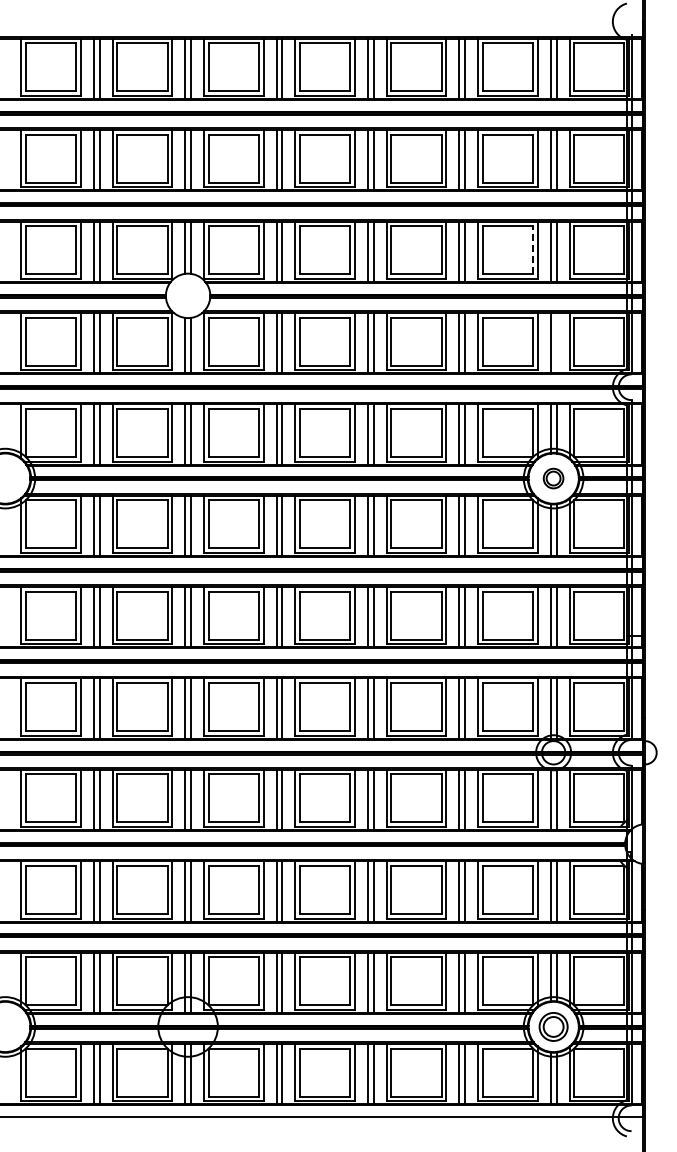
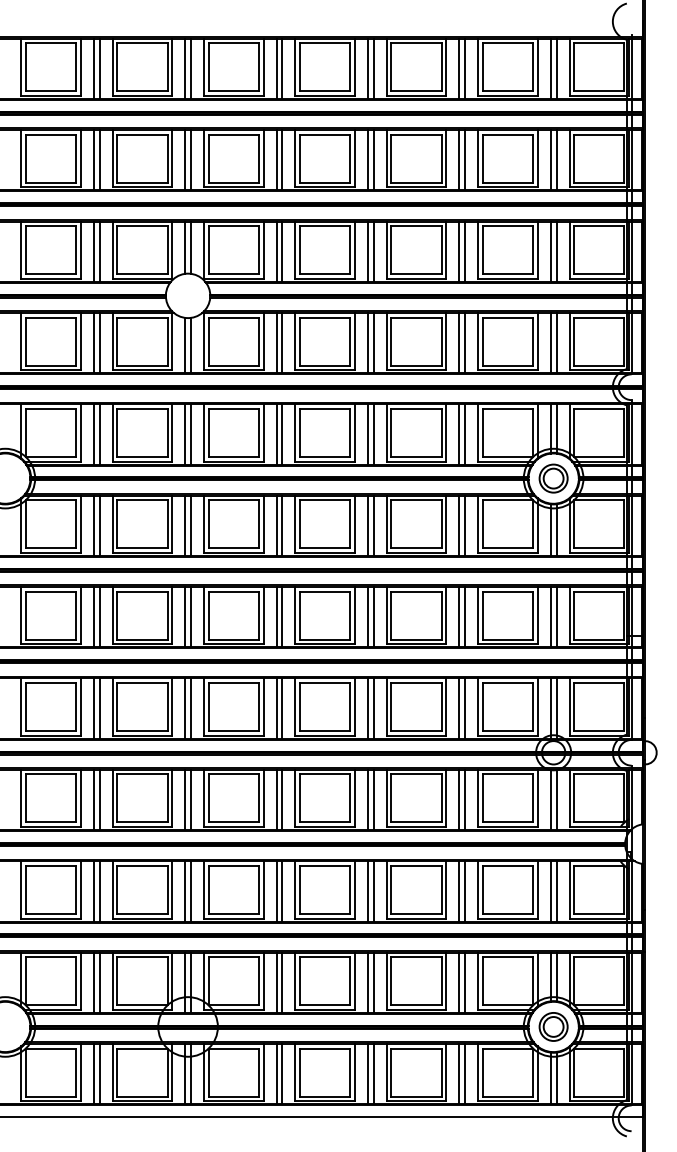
line at (533, 250): dashed -> solid
line at (556, 342): none -> present
part at (553, 478) size: 23x23 px -> 31x31 px
